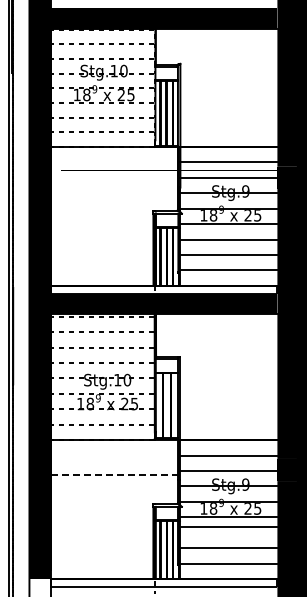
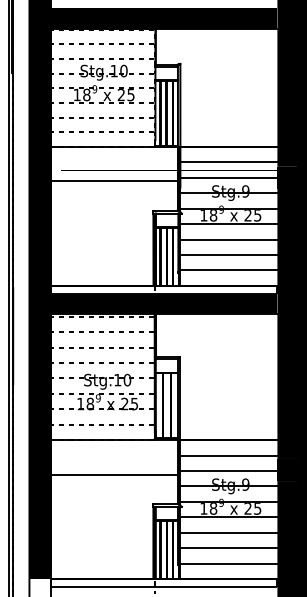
line at (115, 181): none -> present
line at (115, 474): dashed -> solid
line at (228, 526) position: (228, 526) -> (228, 532)
